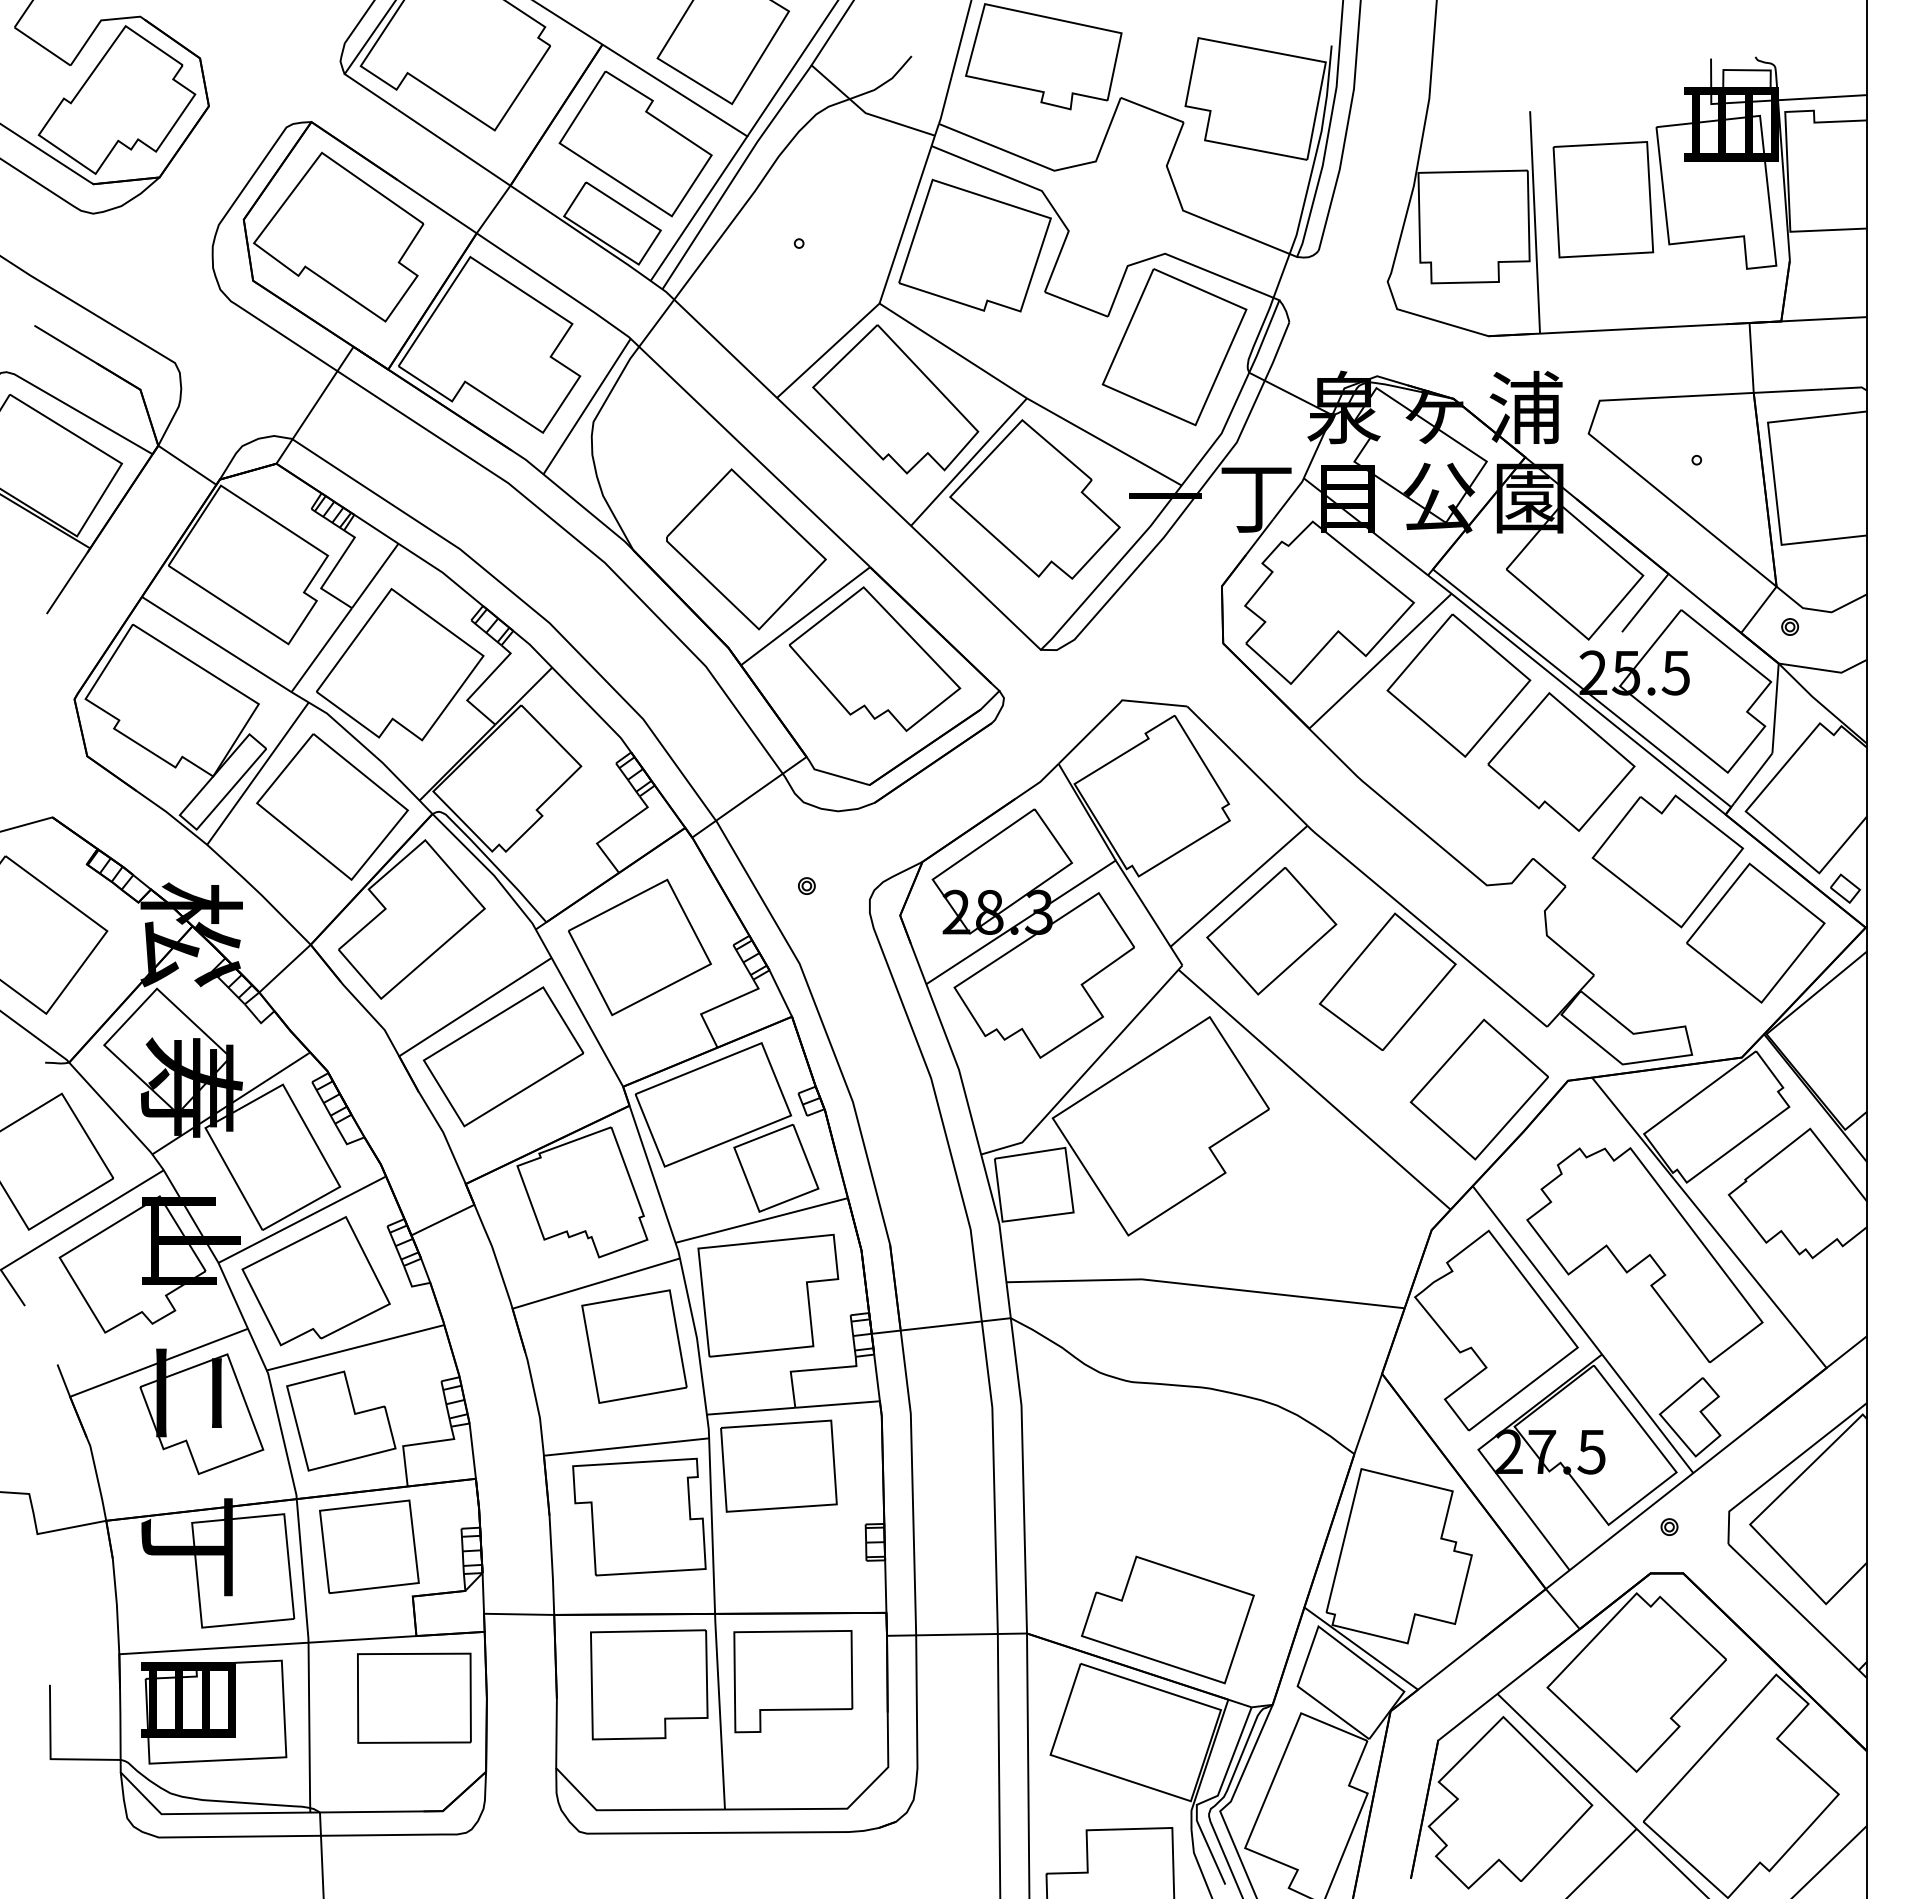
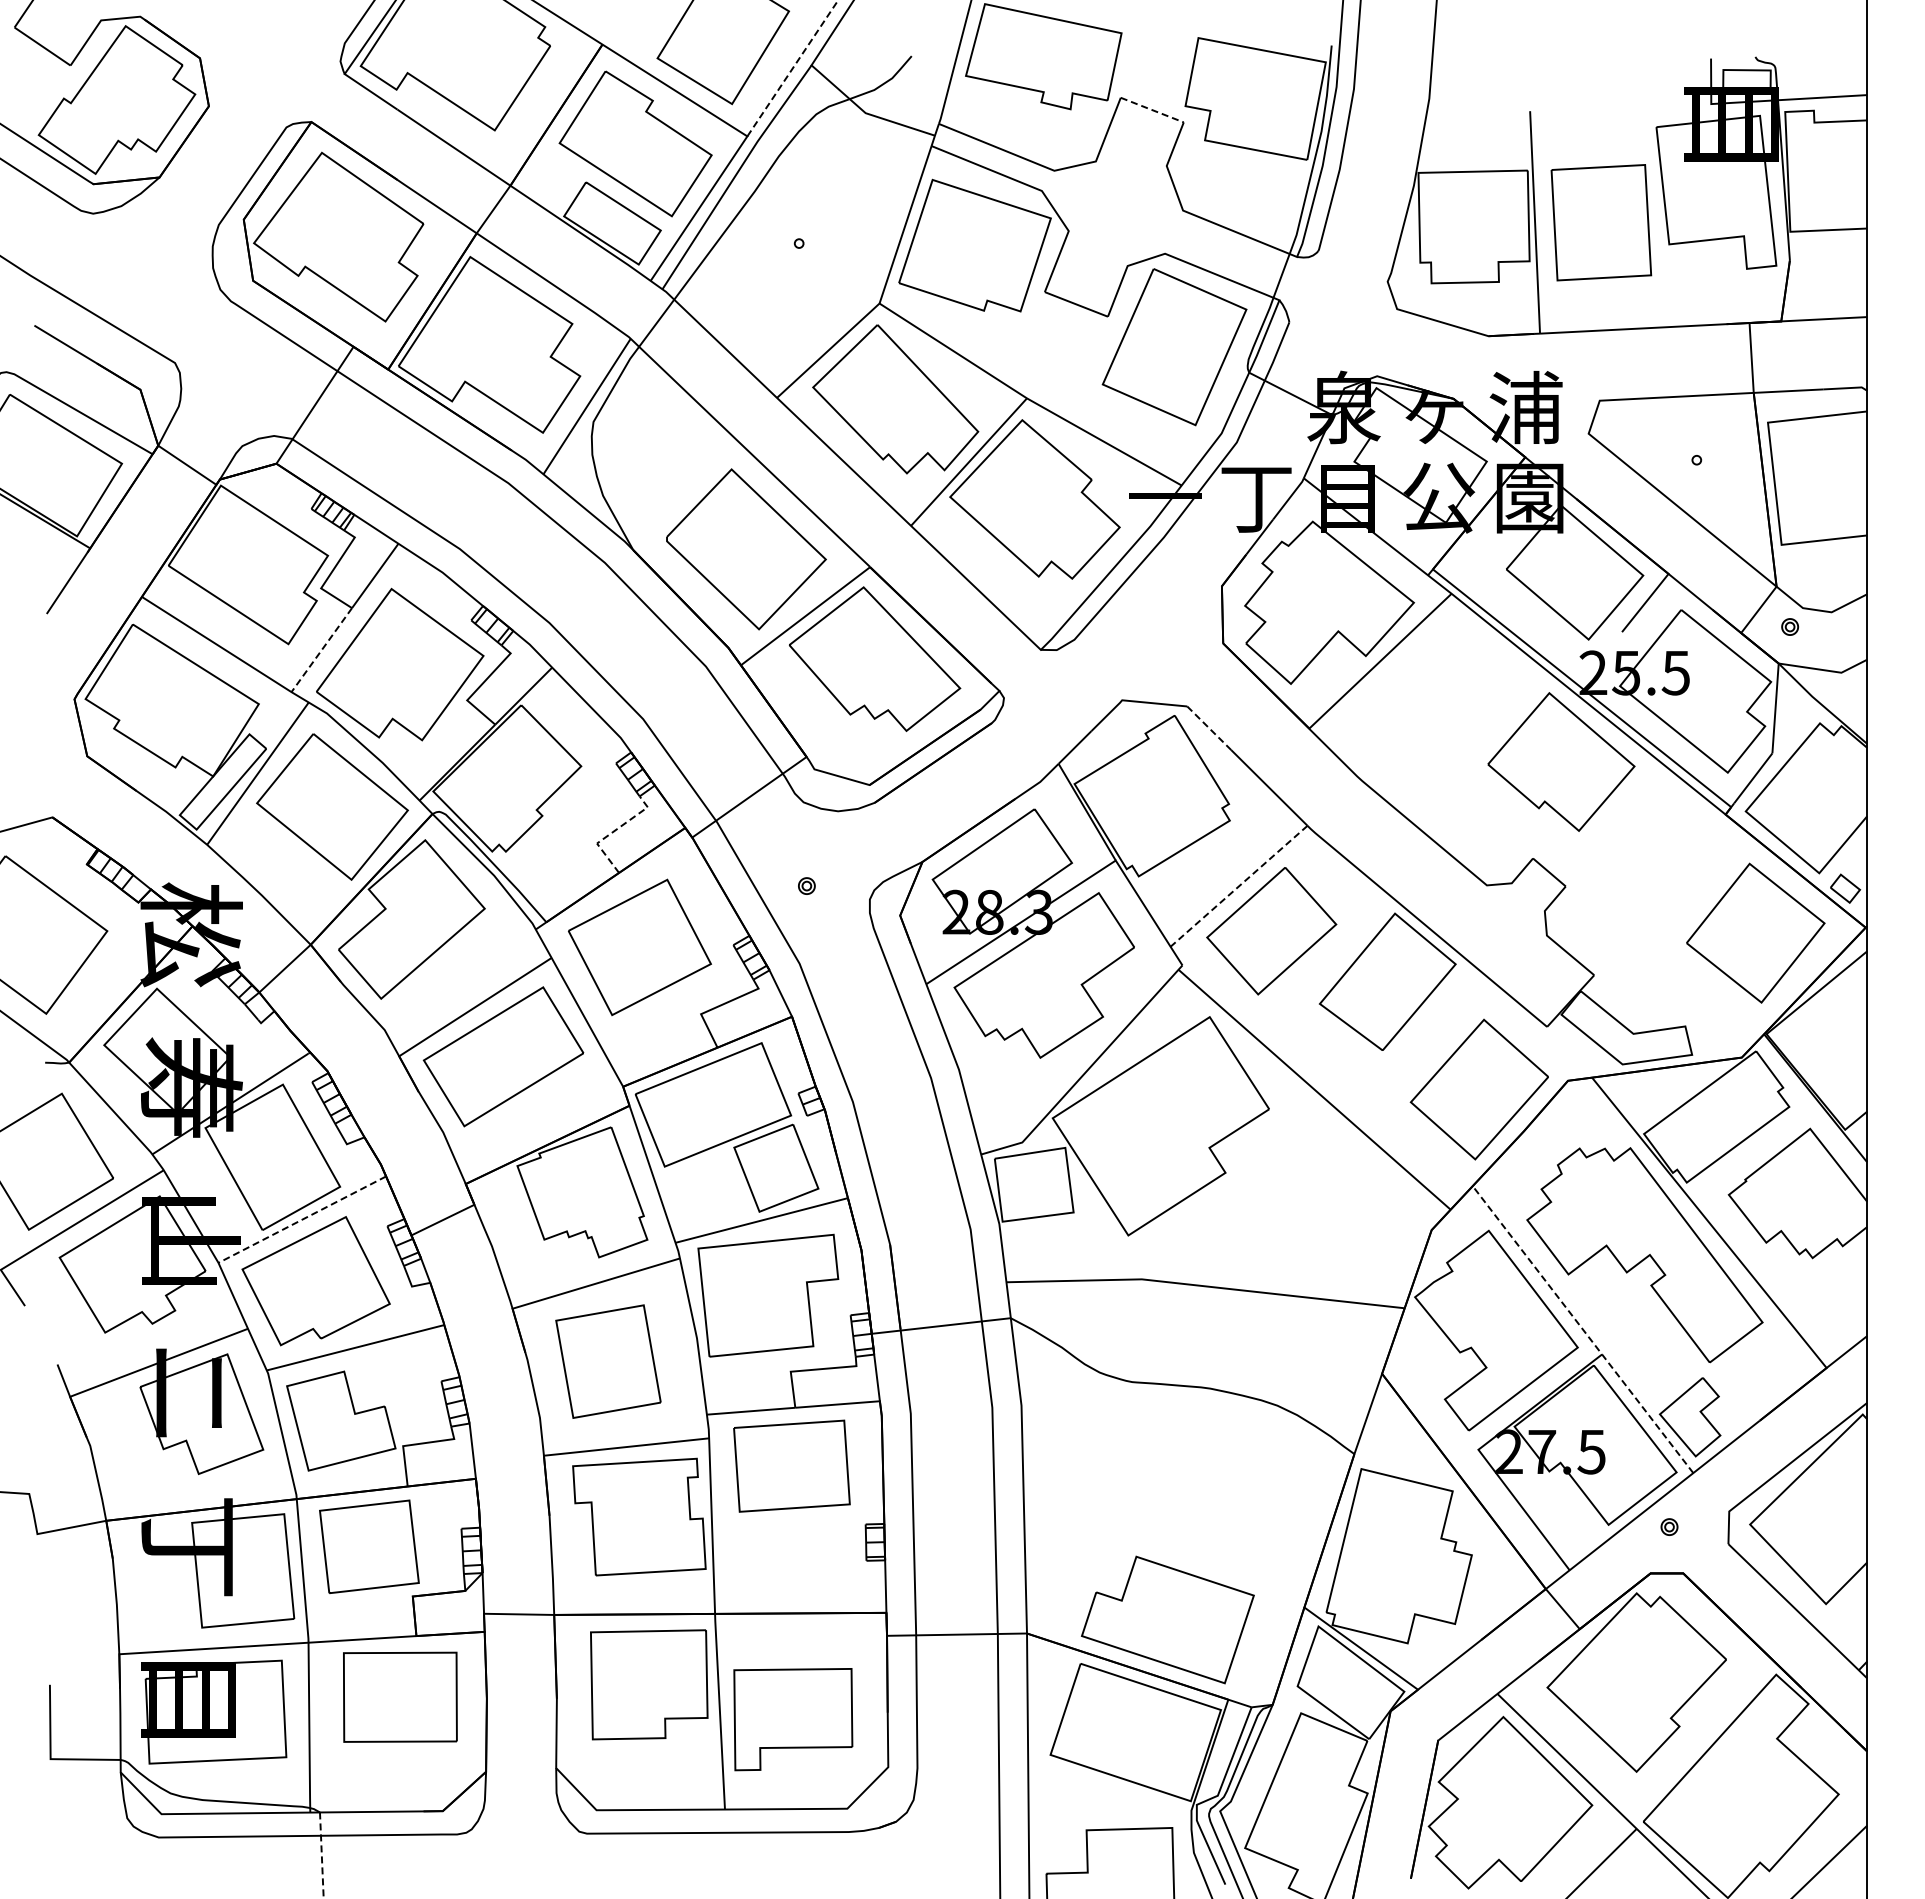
line at (792, 68): solid -> dashed
line at (1152, 110): solid -> dashed
part at (1603, 199) position: (1603, 199) -> (1601, 222)
line at (321, 650): solid -> dashed
part at (1458, 685): present -> none
line at (1209, 728): solid -> dashed
line at (613, 832): solid -> dashed
part at (1667, 861): present -> none
line at (1238, 886): solid -> dashed
line at (301, 1220): solid -> dashed
line at (1583, 1329): solid -> dashed
part at (634, 1346) position: (634, 1346) -> (608, 1361)
part at (778, 1465) position: (778, 1465) -> (791, 1465)
part at (793, 1681) position: (793, 1681) -> (793, 1719)
part at (414, 1697) position: (414, 1697) -> (400, 1696)
line at (321, 1855): solid -> dashed
